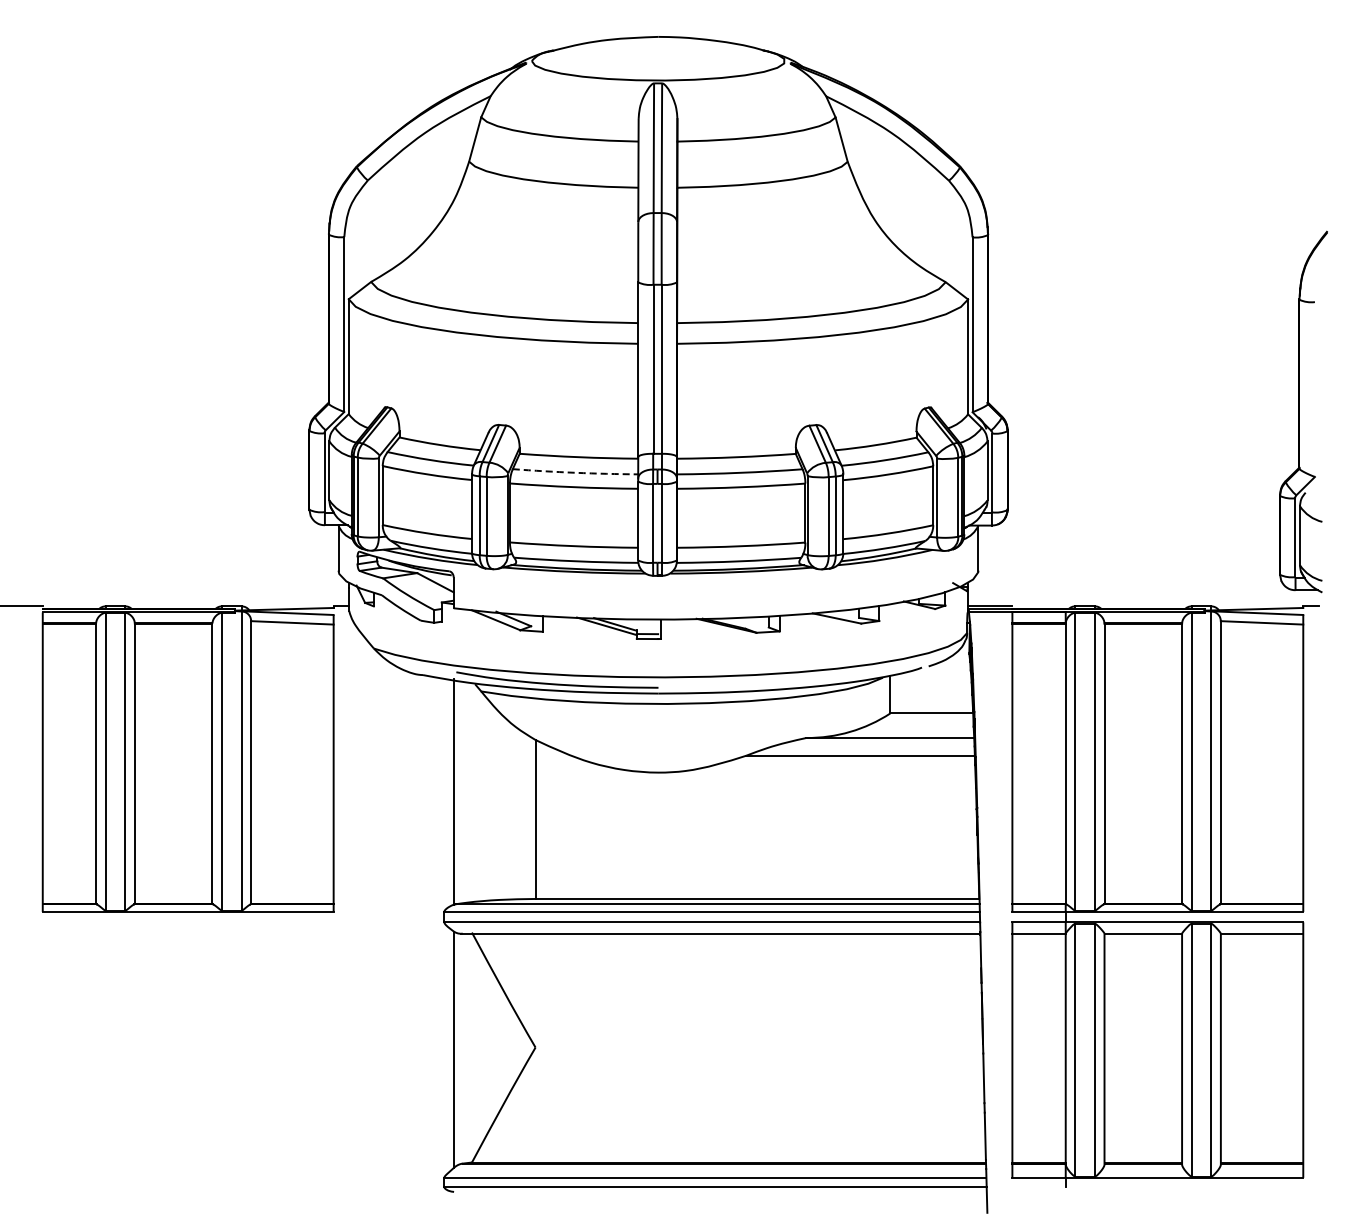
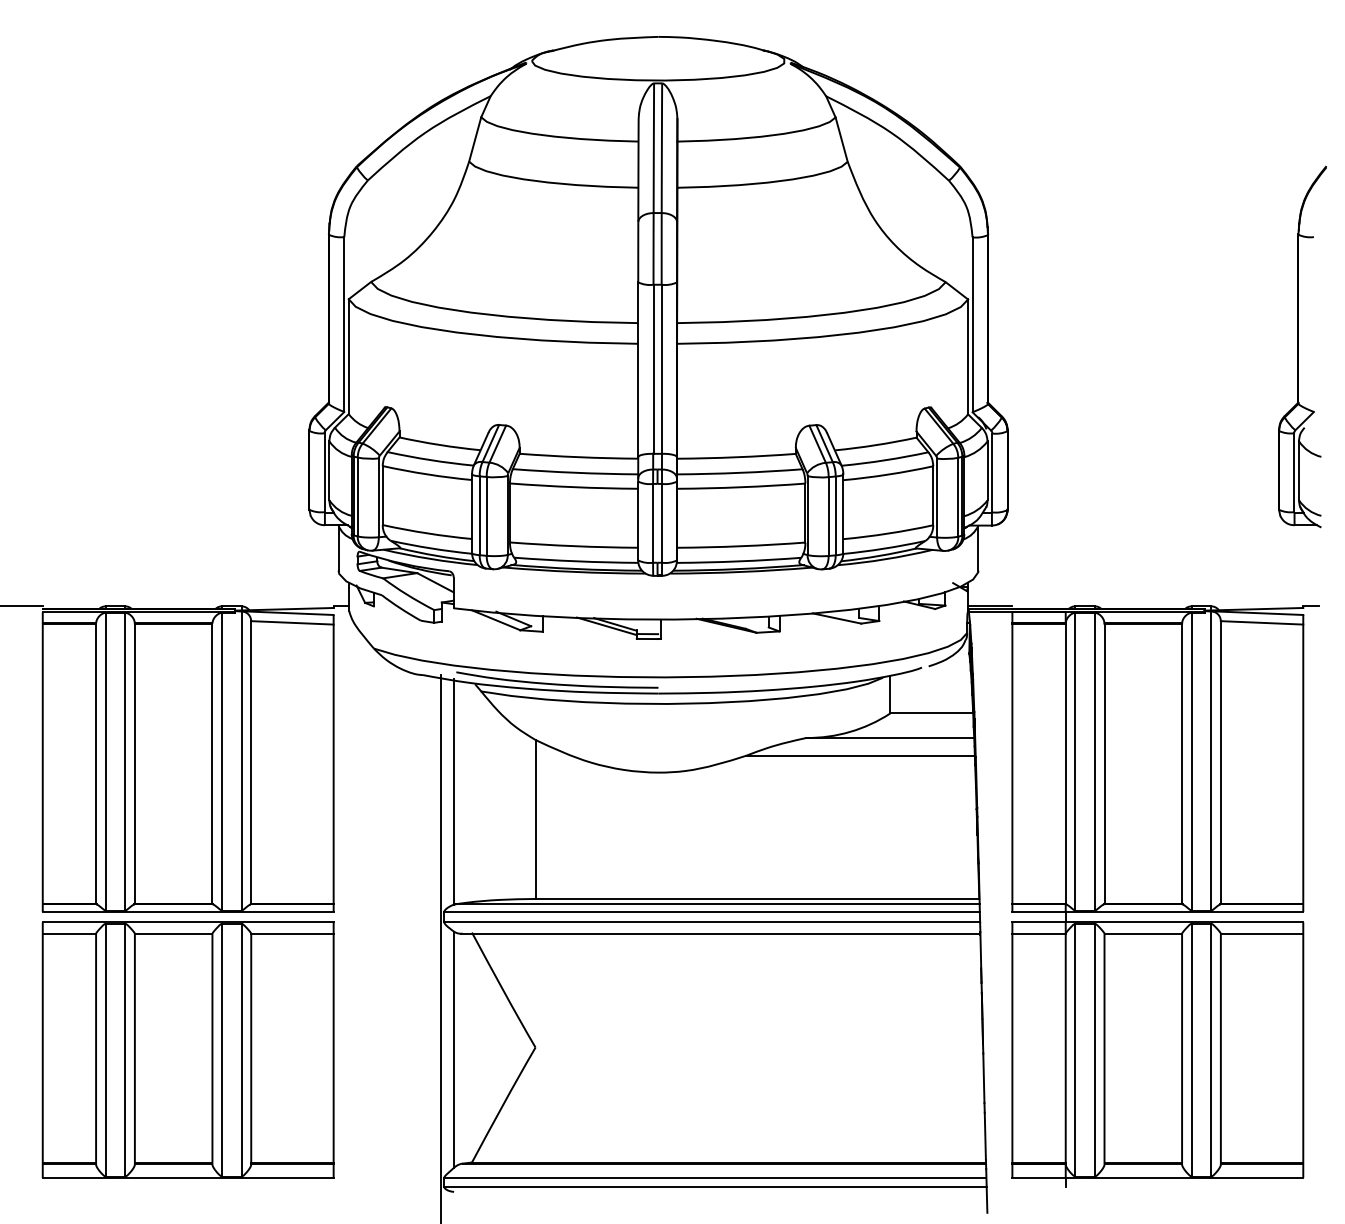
part at (1303, 411) position: (1303, 411) -> (1302, 346)
arc at (575, 472): dashed -> solid
line at (440, 947): none -> present
part at (187, 1049): none -> present
